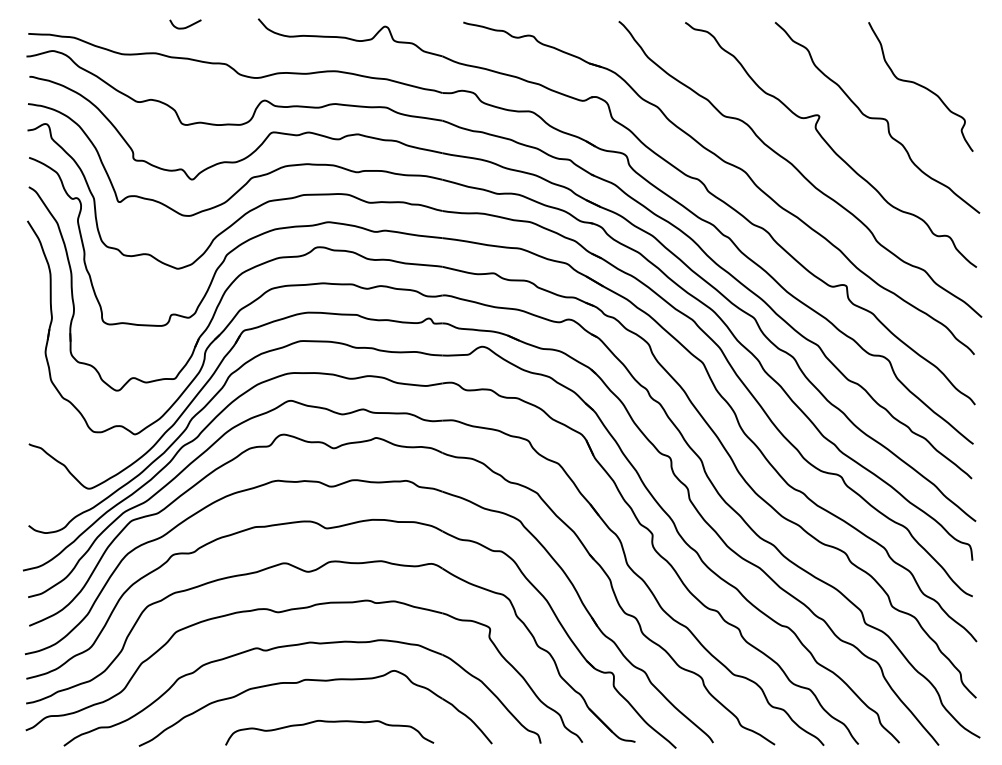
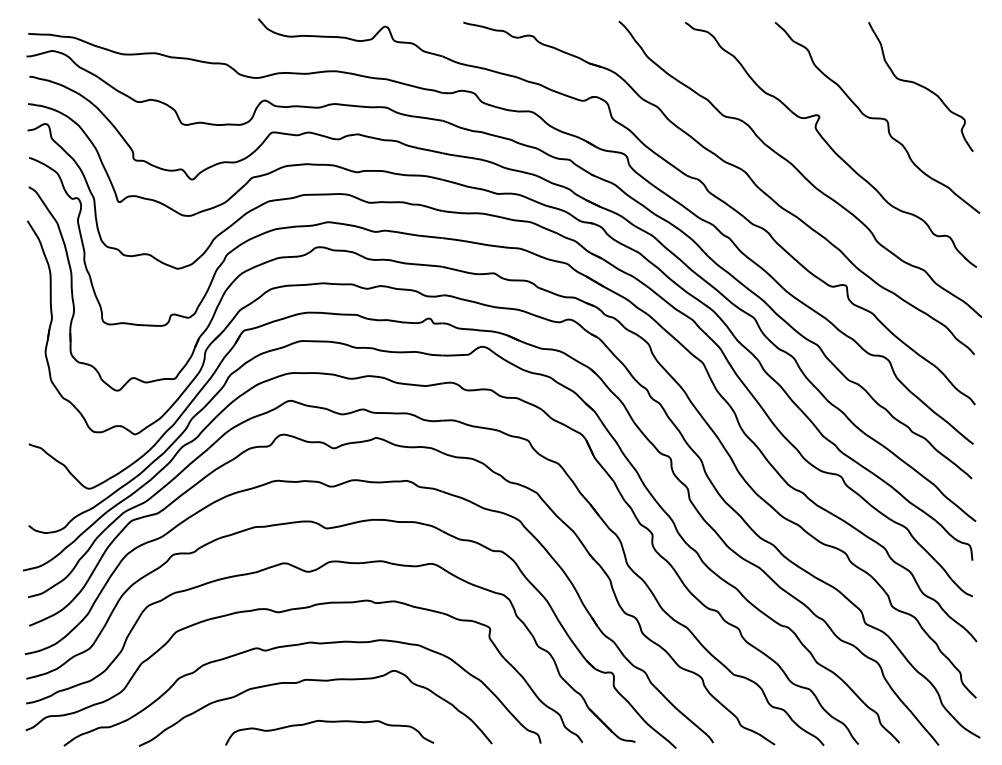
curve at (186, 26): present -> none
